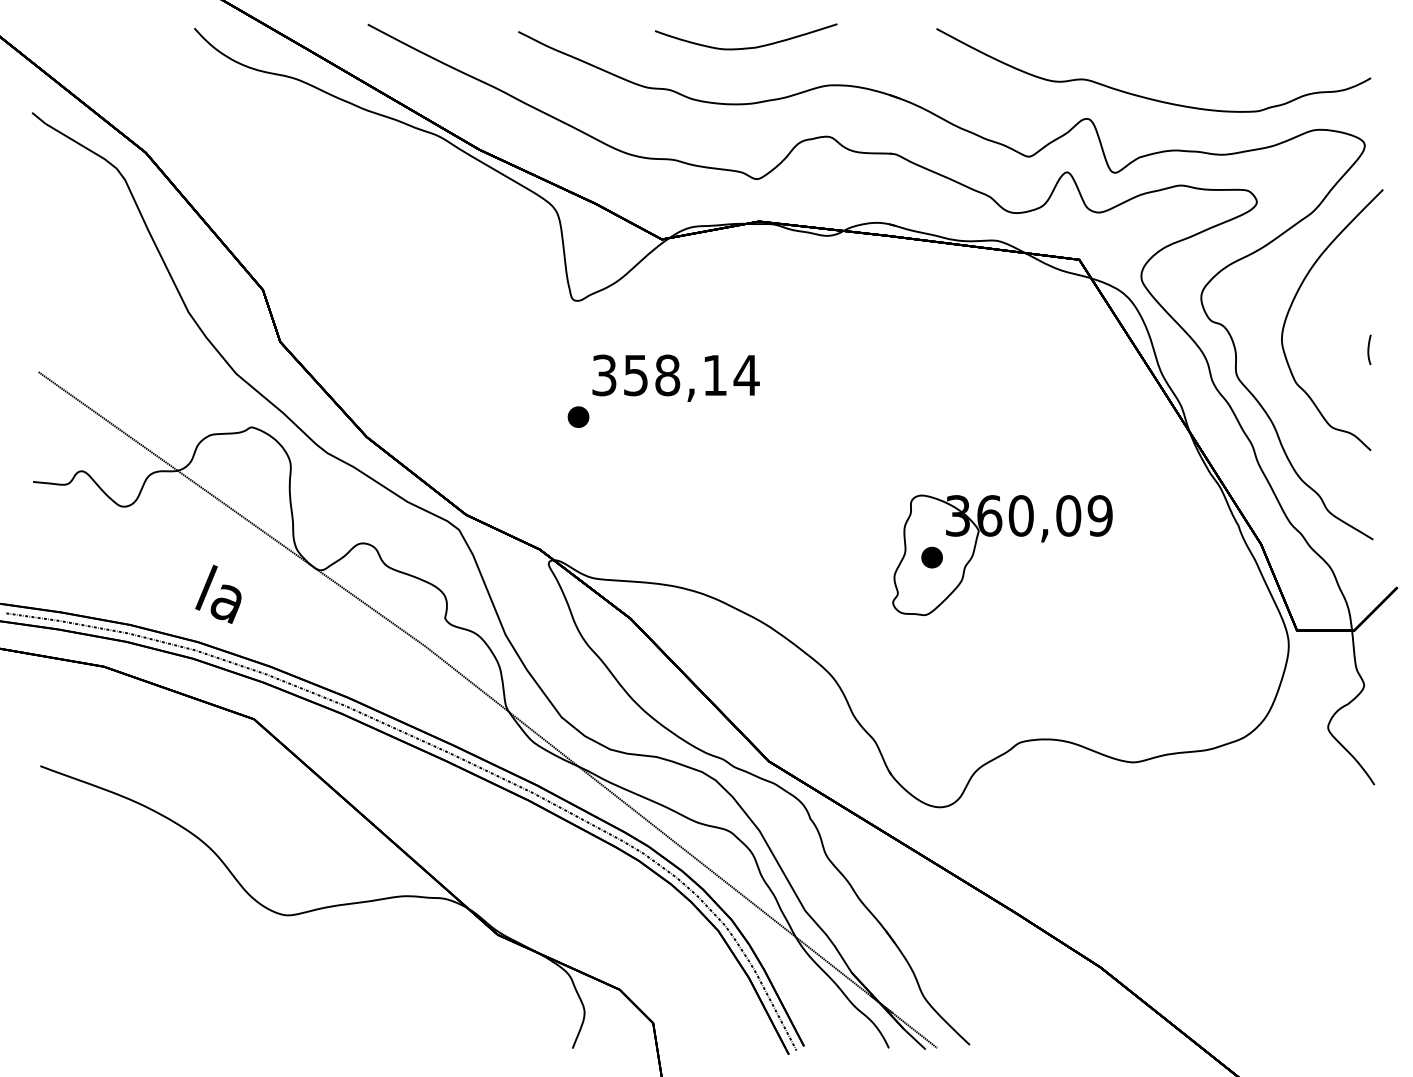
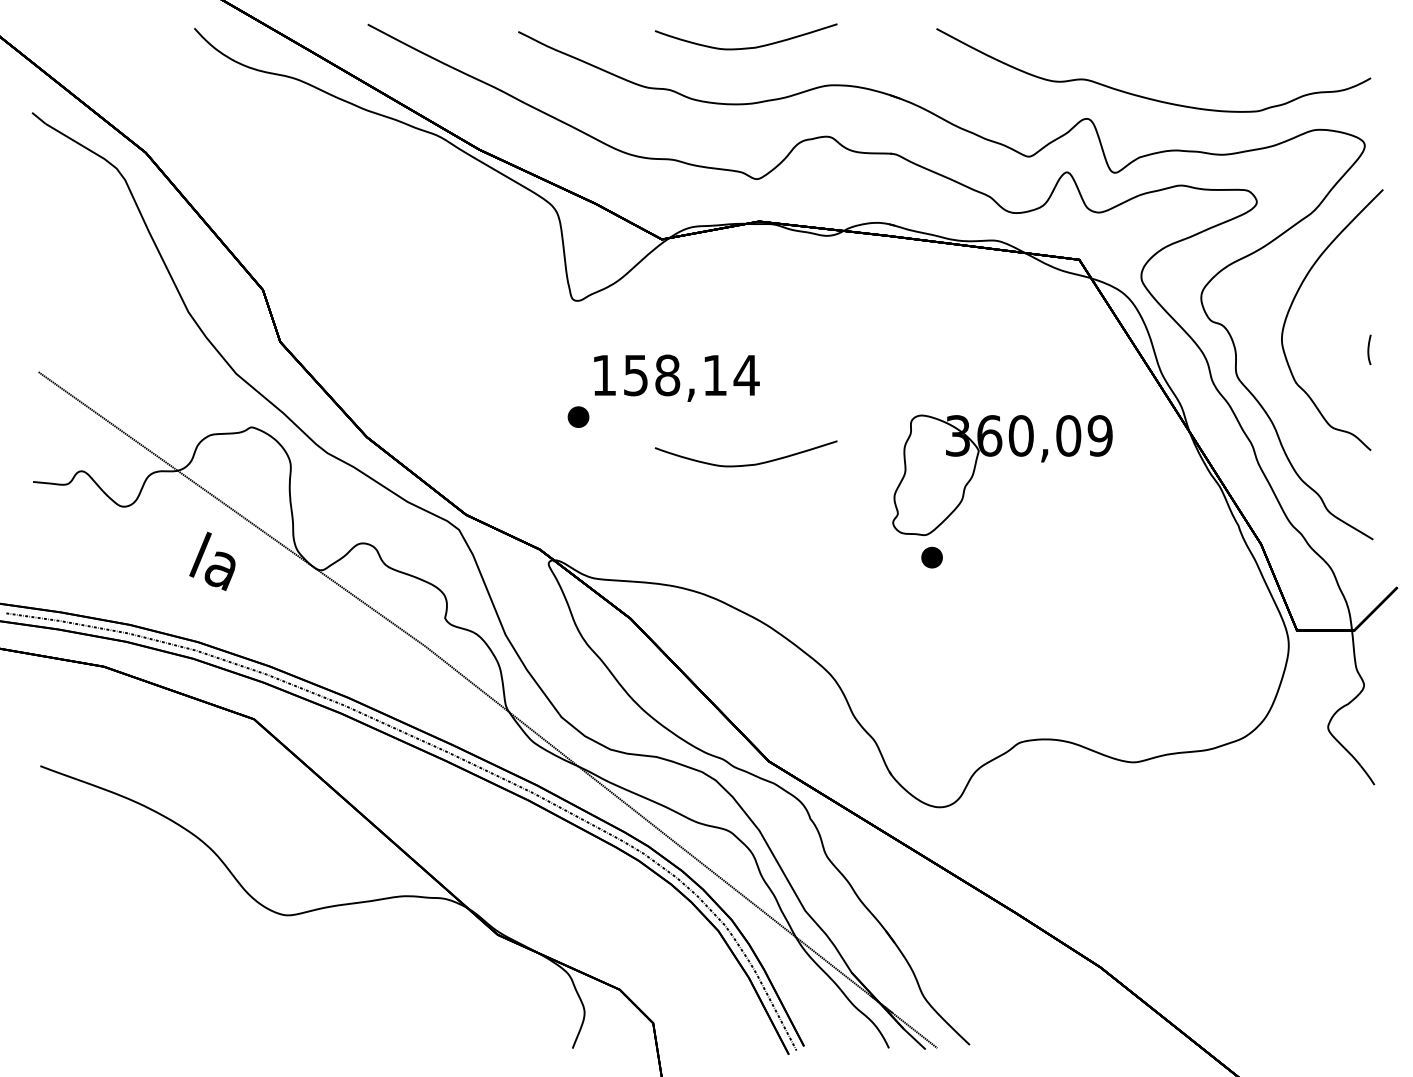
text at (604, 375): 358,14 -> 158,14
part at (745, 464): none -> present
part at (994, 536) position: (994, 536) -> (994, 456)
text at (218, 593) position: (218, 593) -> (212, 560)
